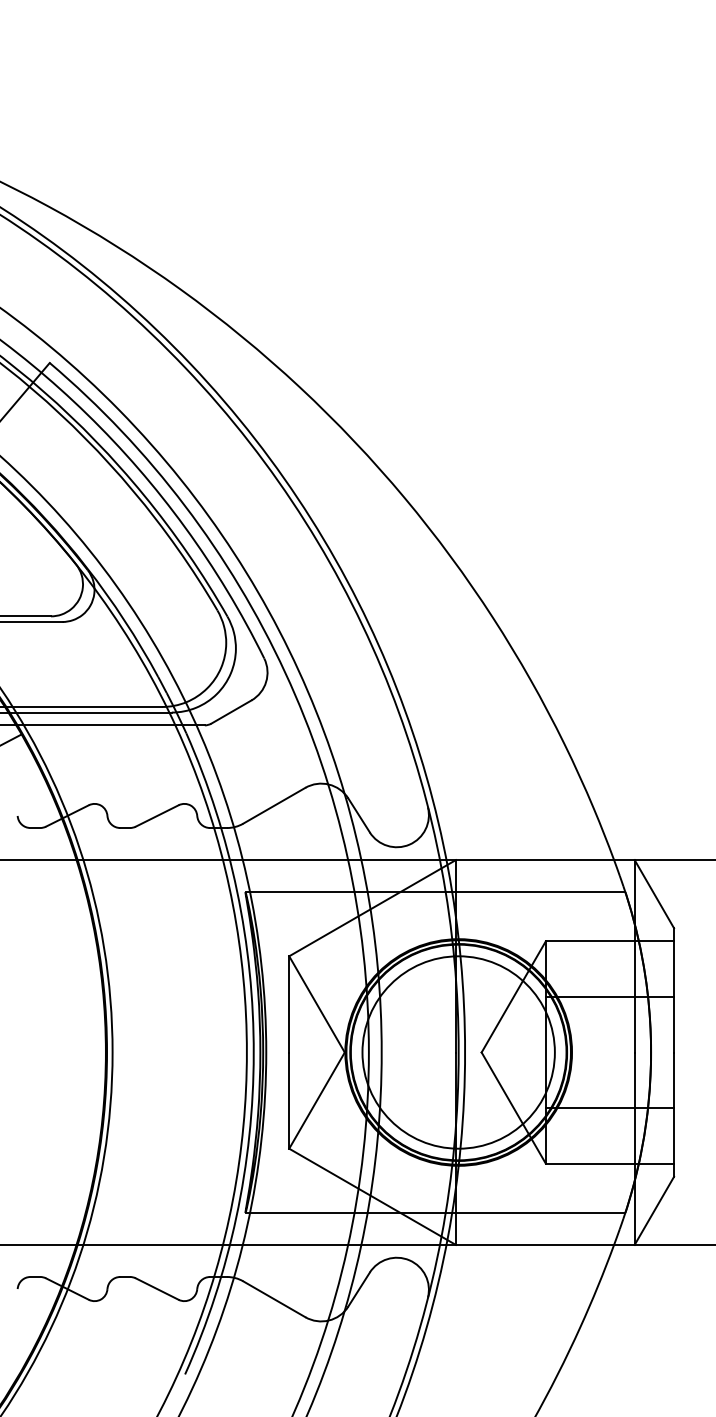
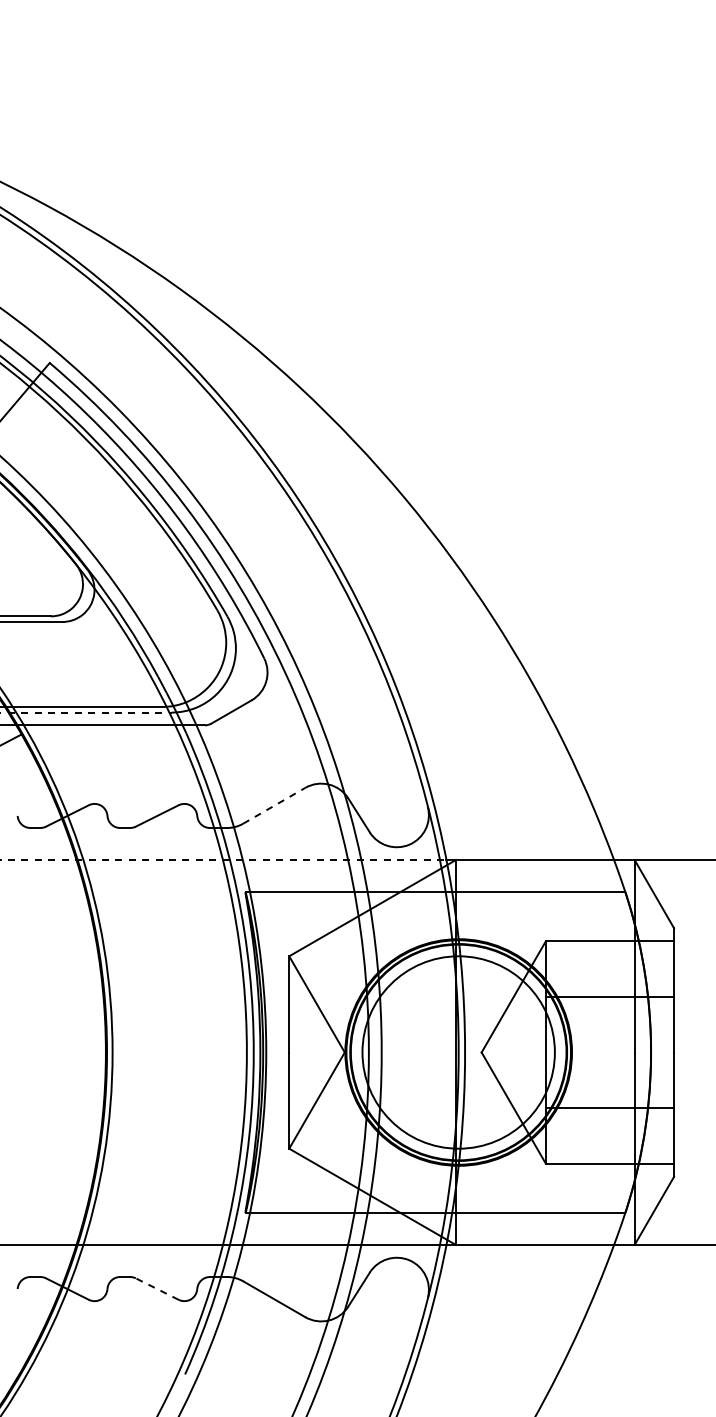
line at (85, 712): solid -> dashed
line at (274, 805): solid -> dashed
line at (223, 860): solid -> dashed
line at (157, 1289): solid -> dashed
